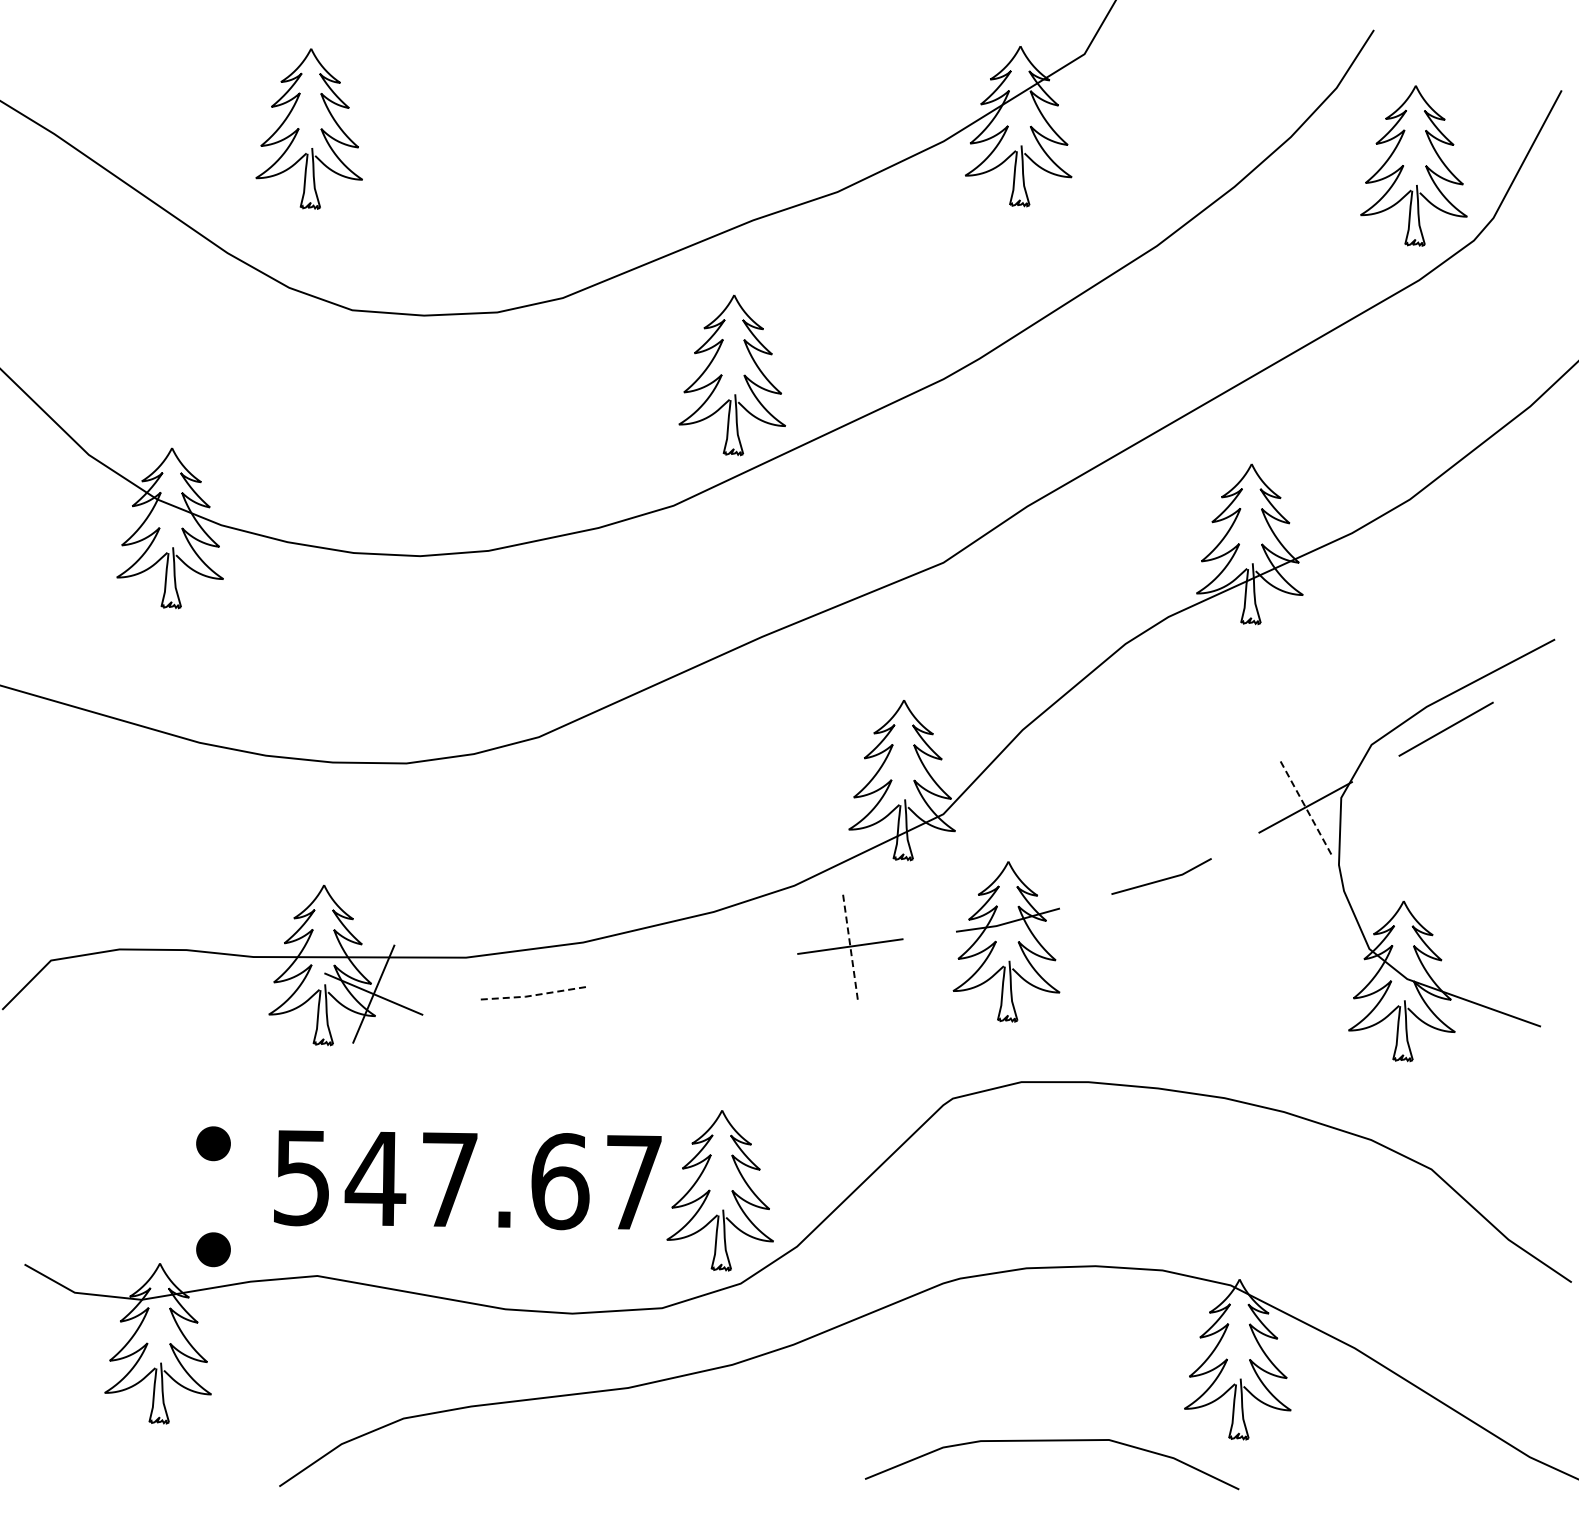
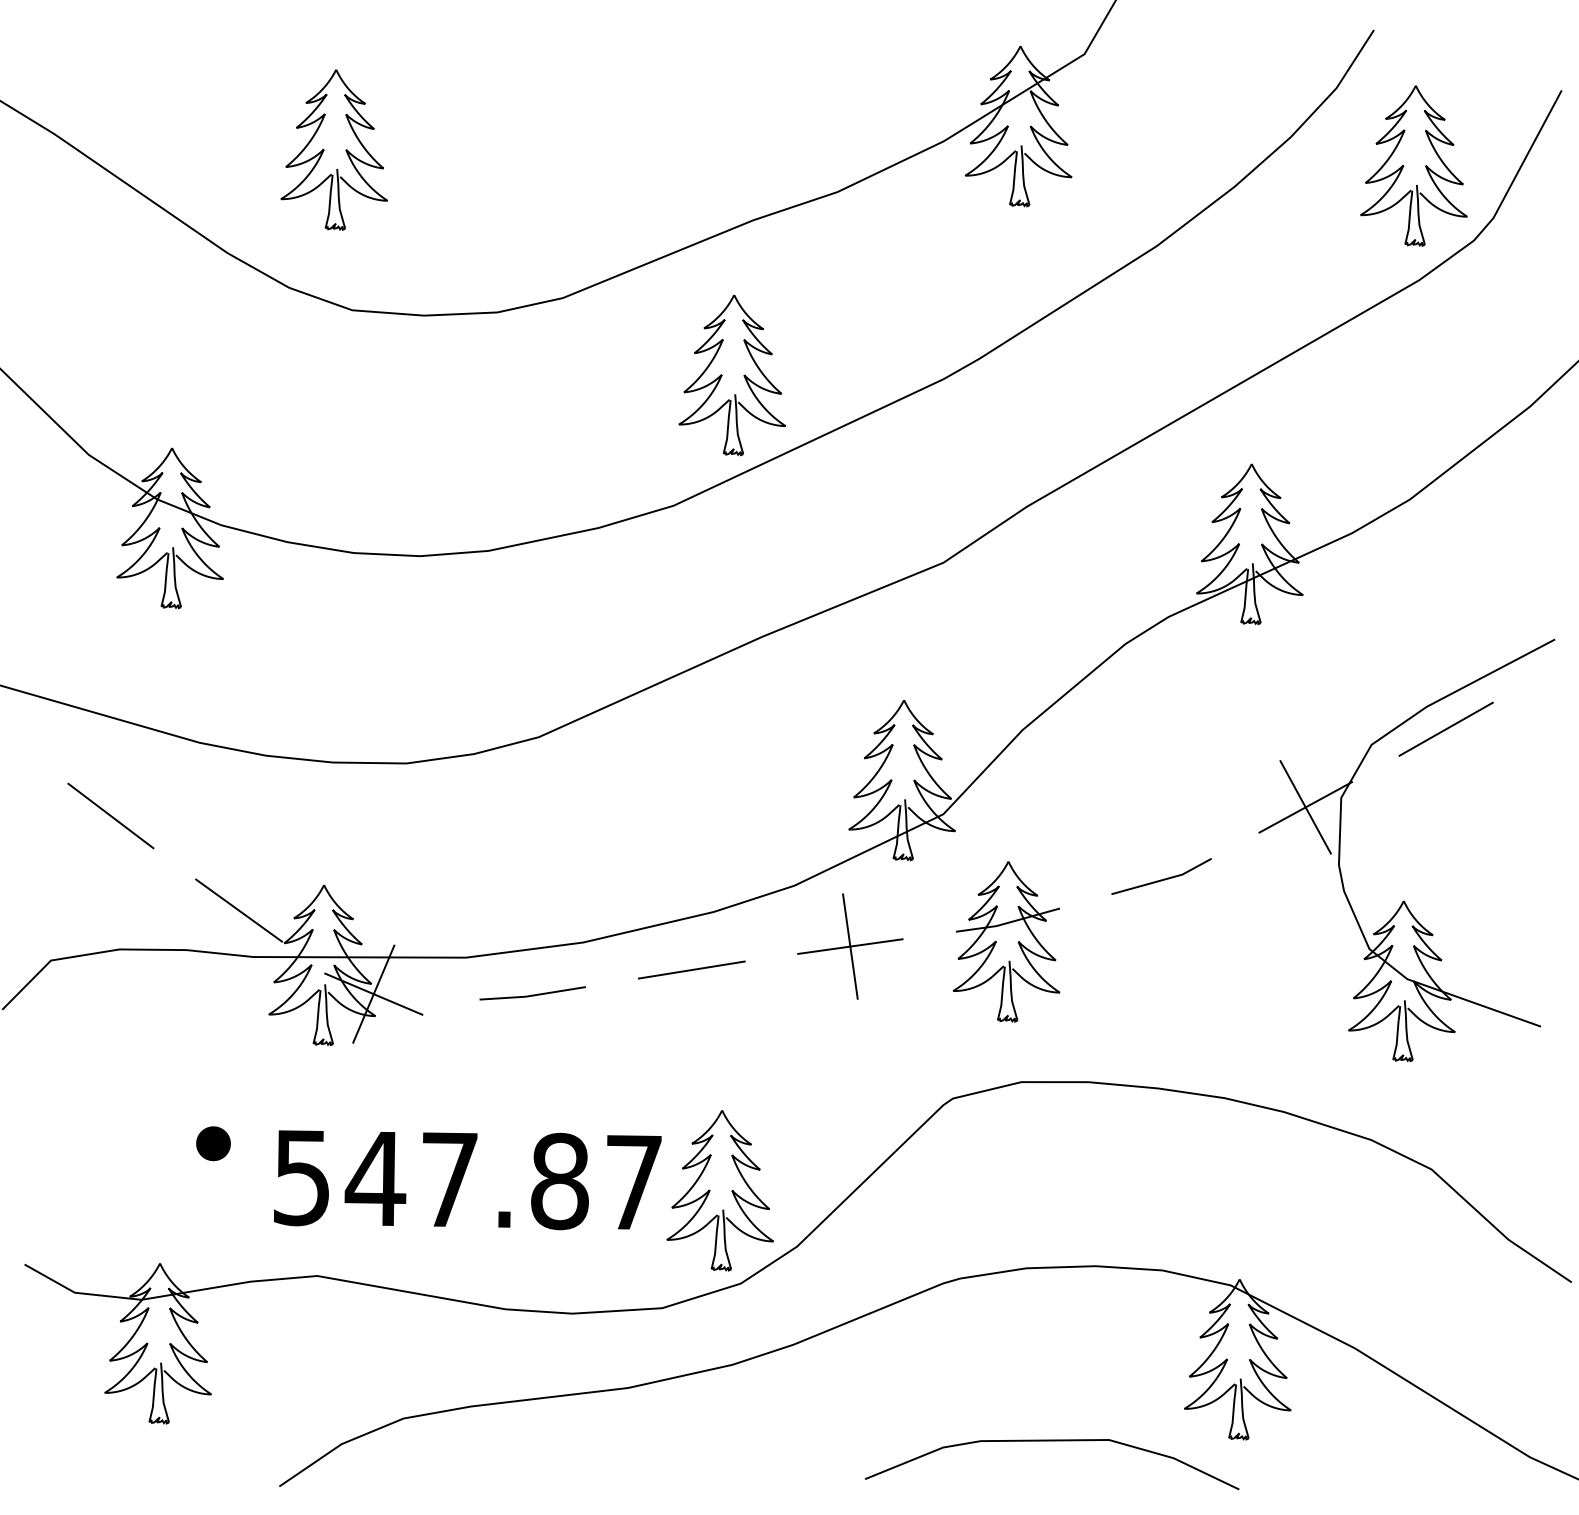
part at (308, 128) position: (308, 128) -> (333, 149)
line at (1305, 807): dashed -> solid
line at (110, 815): none -> present
line at (239, 910): none -> present
line at (850, 946): dashed -> solid
line at (691, 969): none -> present
line at (531, 995): dashed -> solid
text at (560, 1181): 547.67 -> 547.87
part at (213, 1249): present -> none
